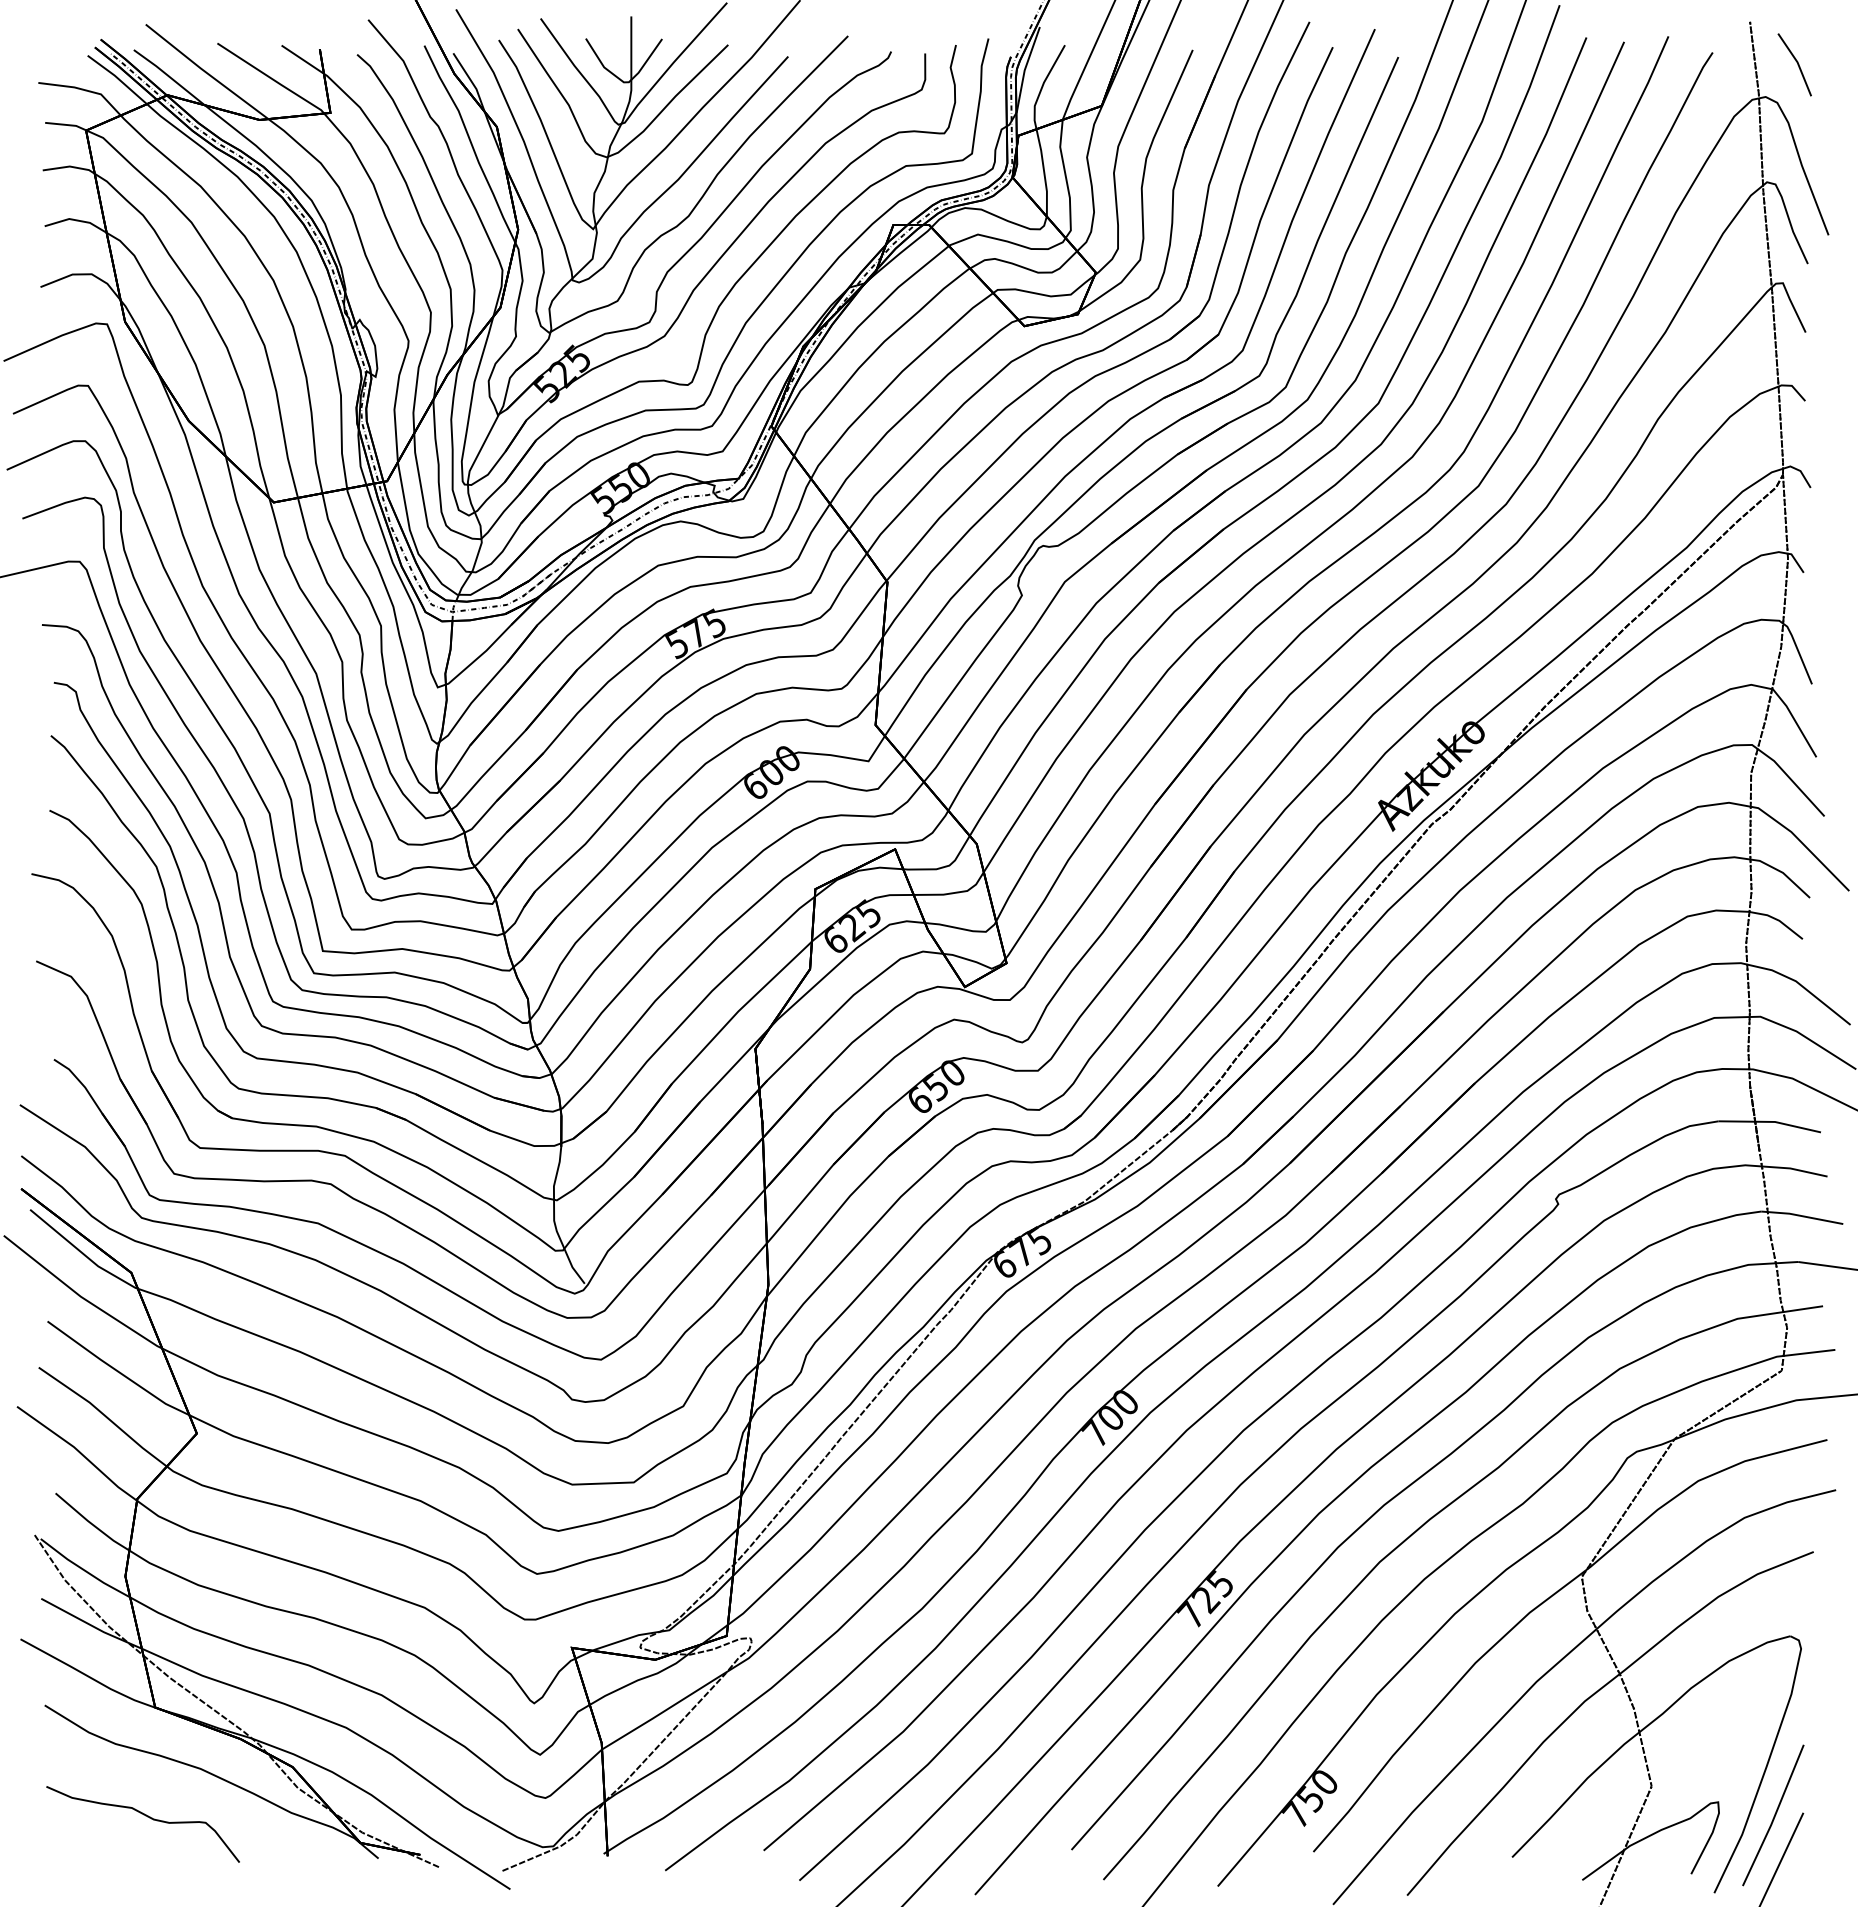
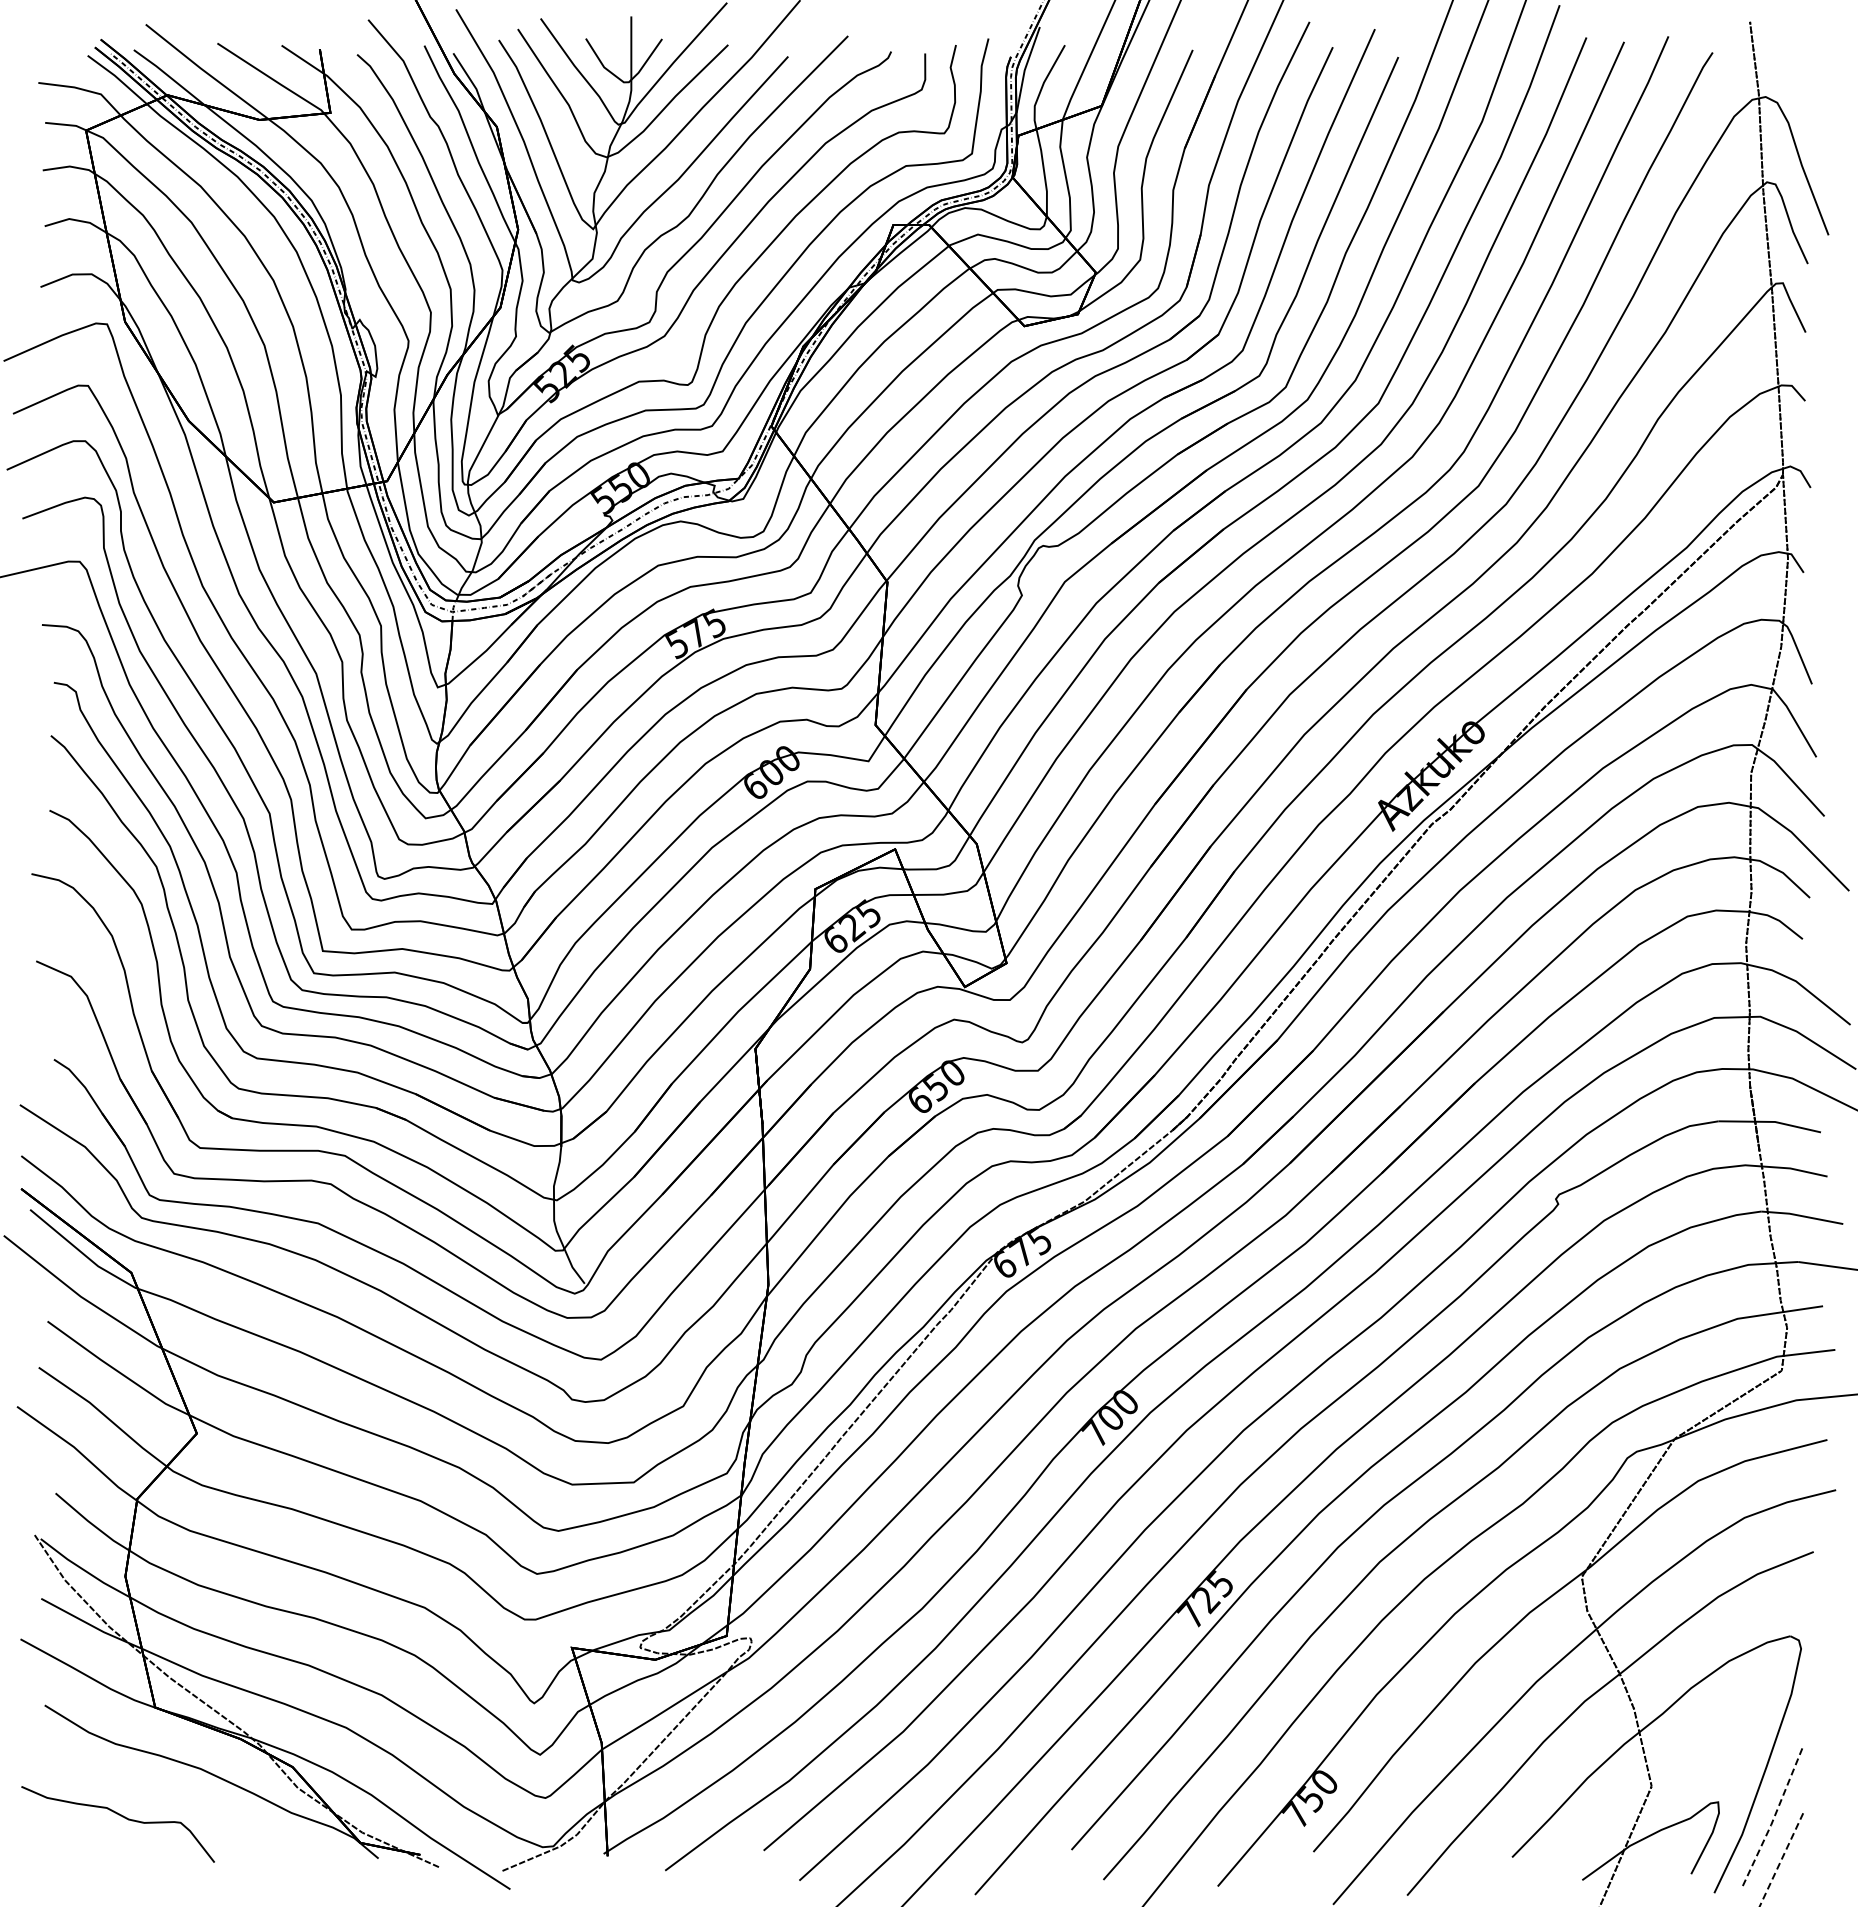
line at (1796, 62): present -> none
curve at (145, 1816) position: (145, 1816) -> (120, 1816)
line at (1774, 1816): solid -> dashed
line at (1781, 1859): solid -> dashed
